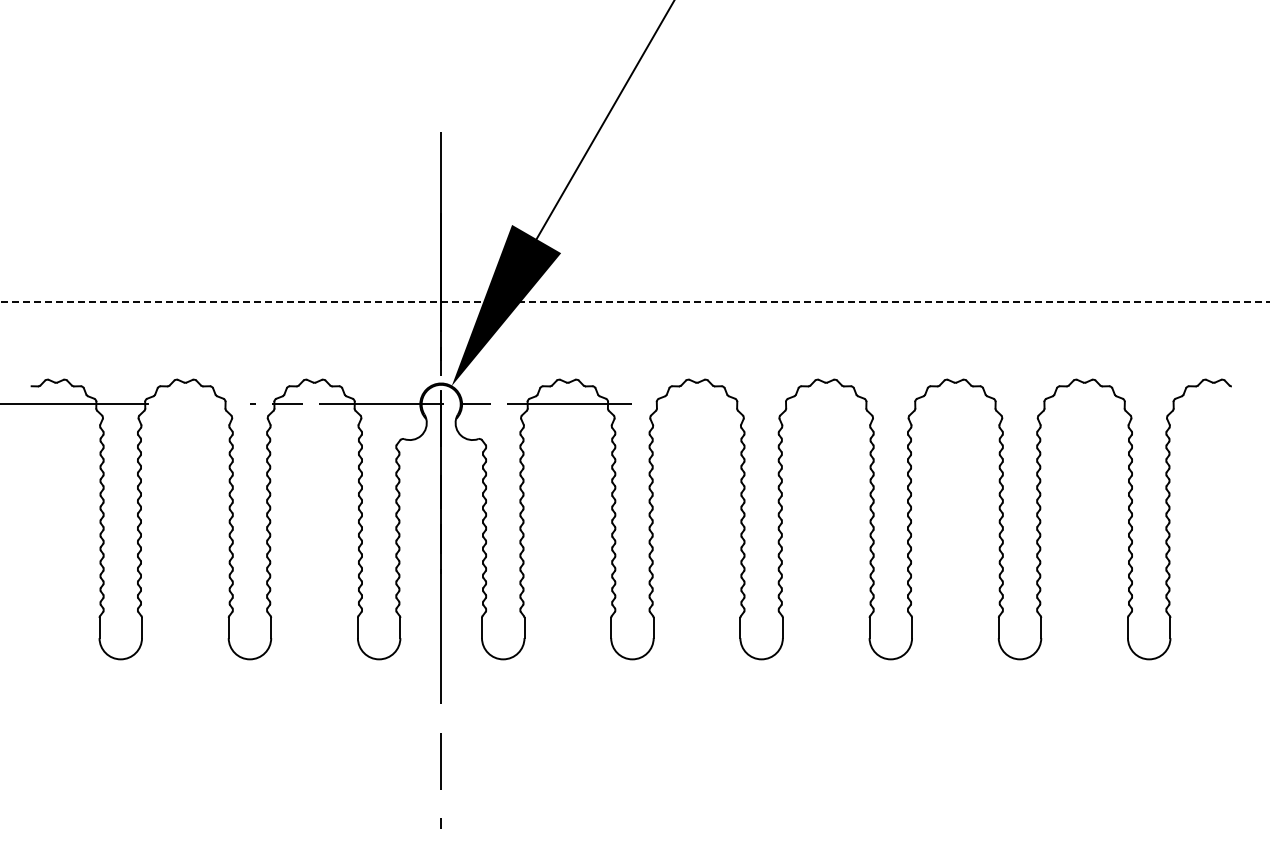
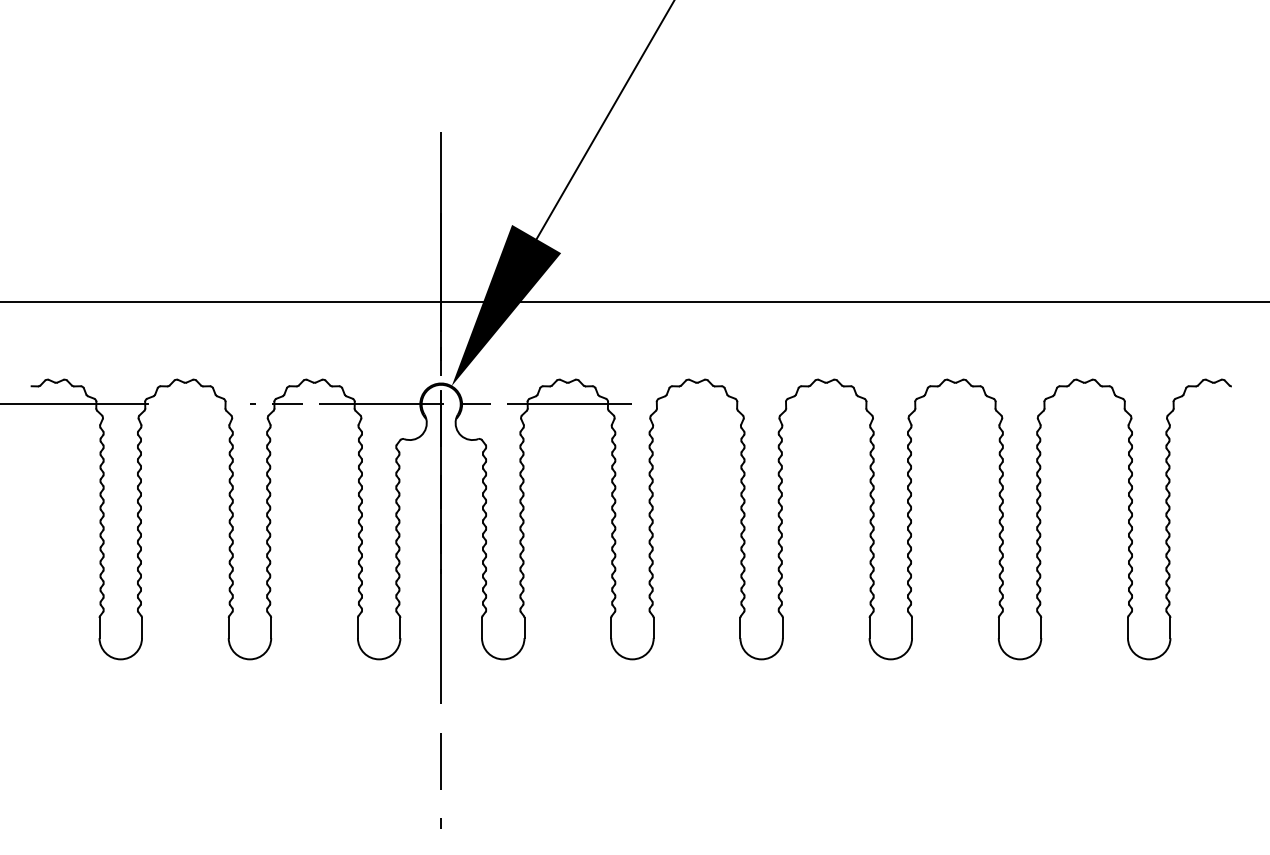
line at (634, 302): dashed -> solid
